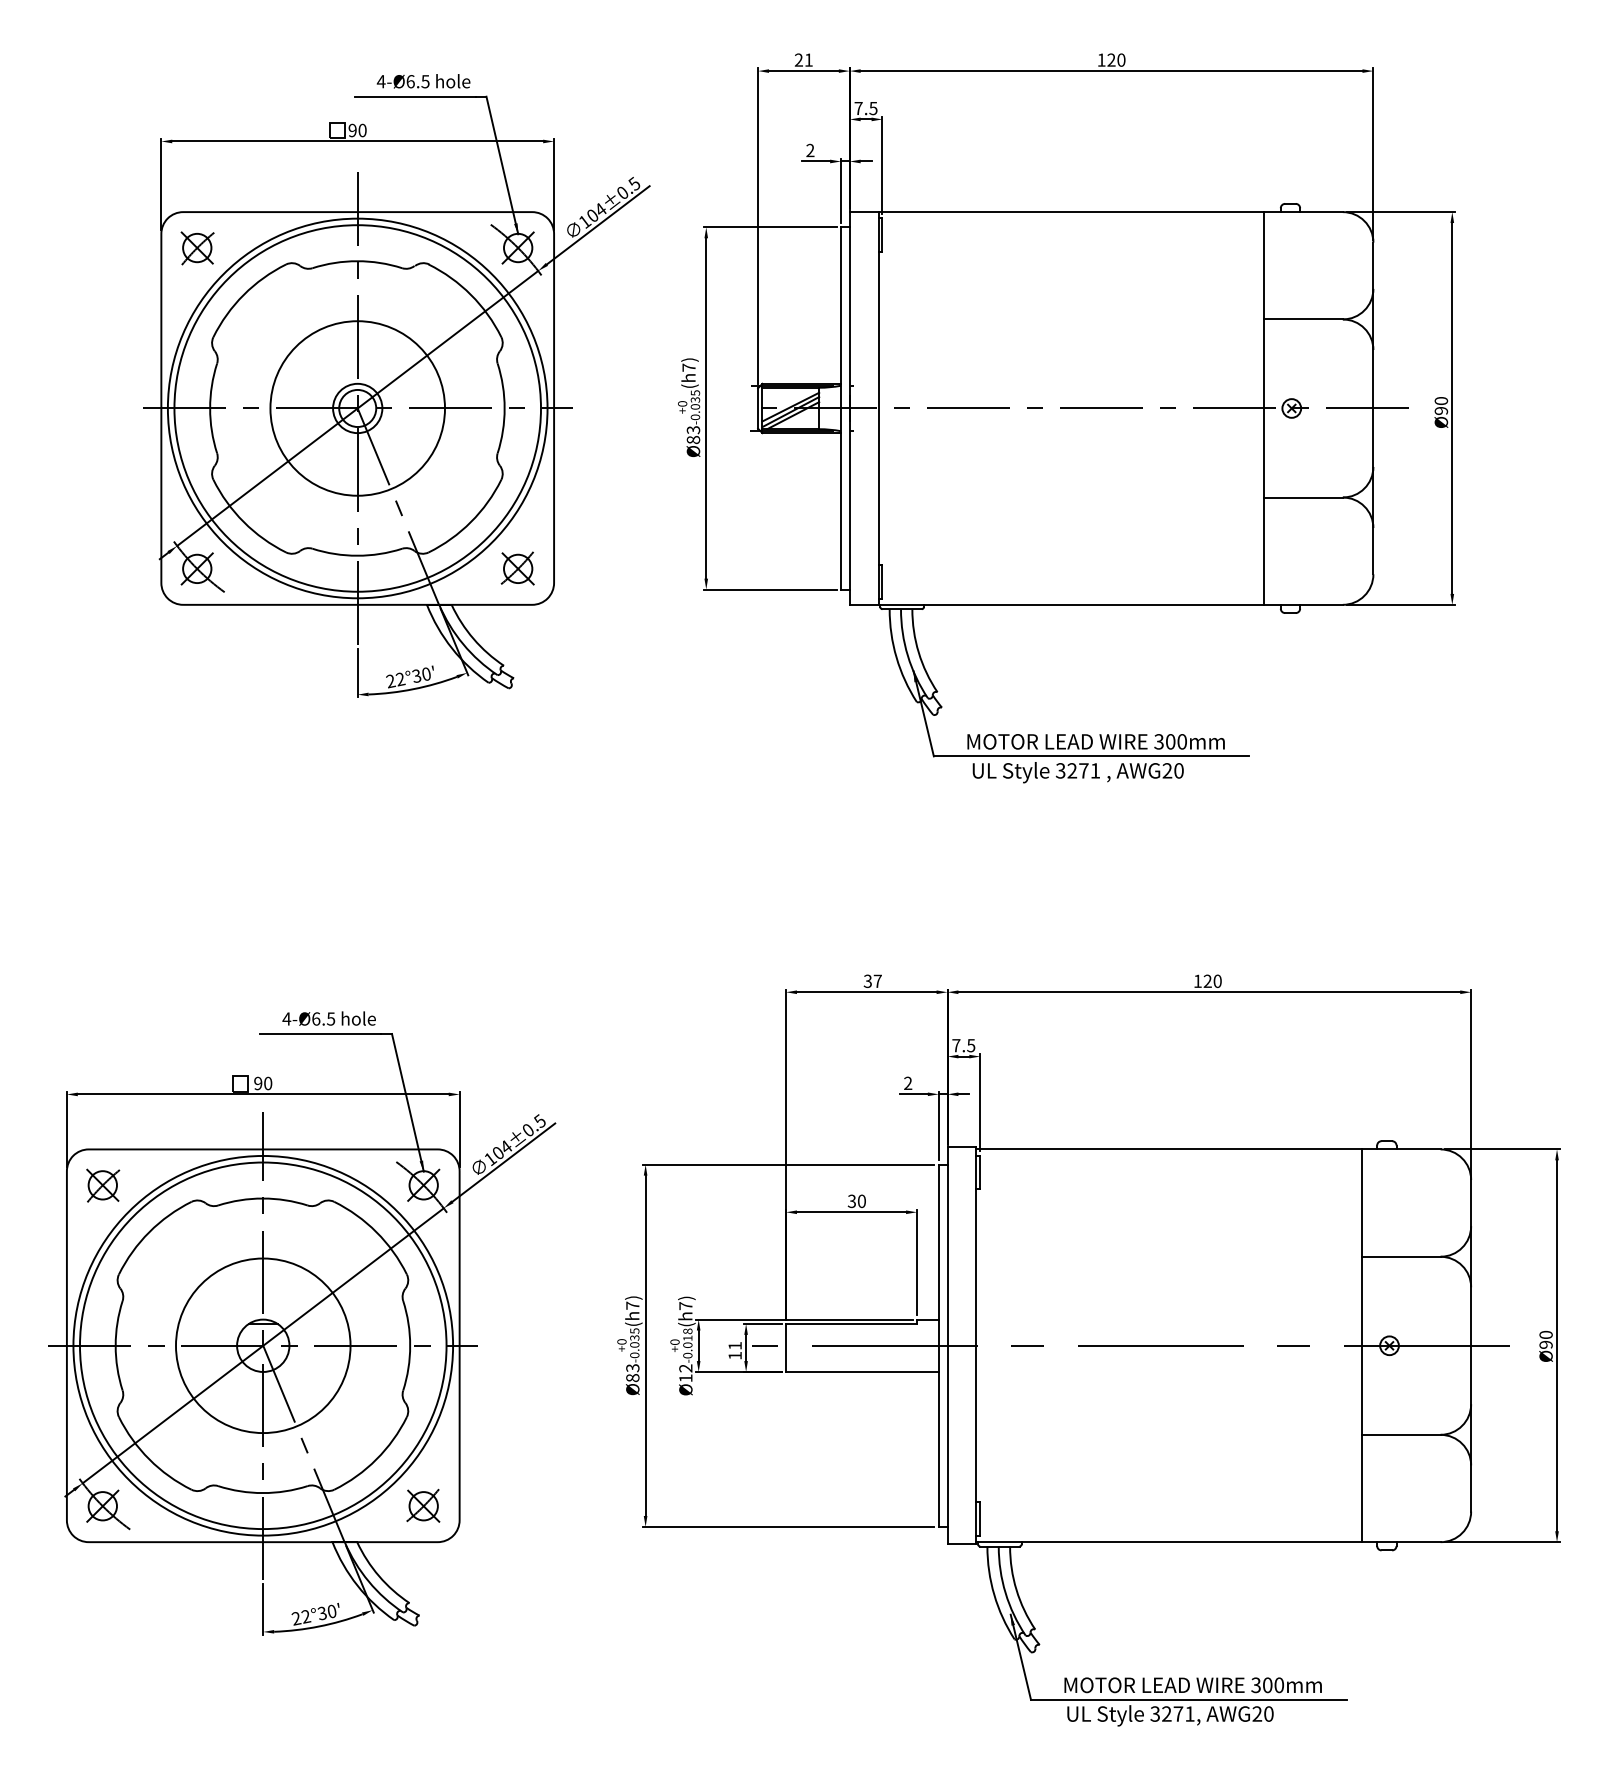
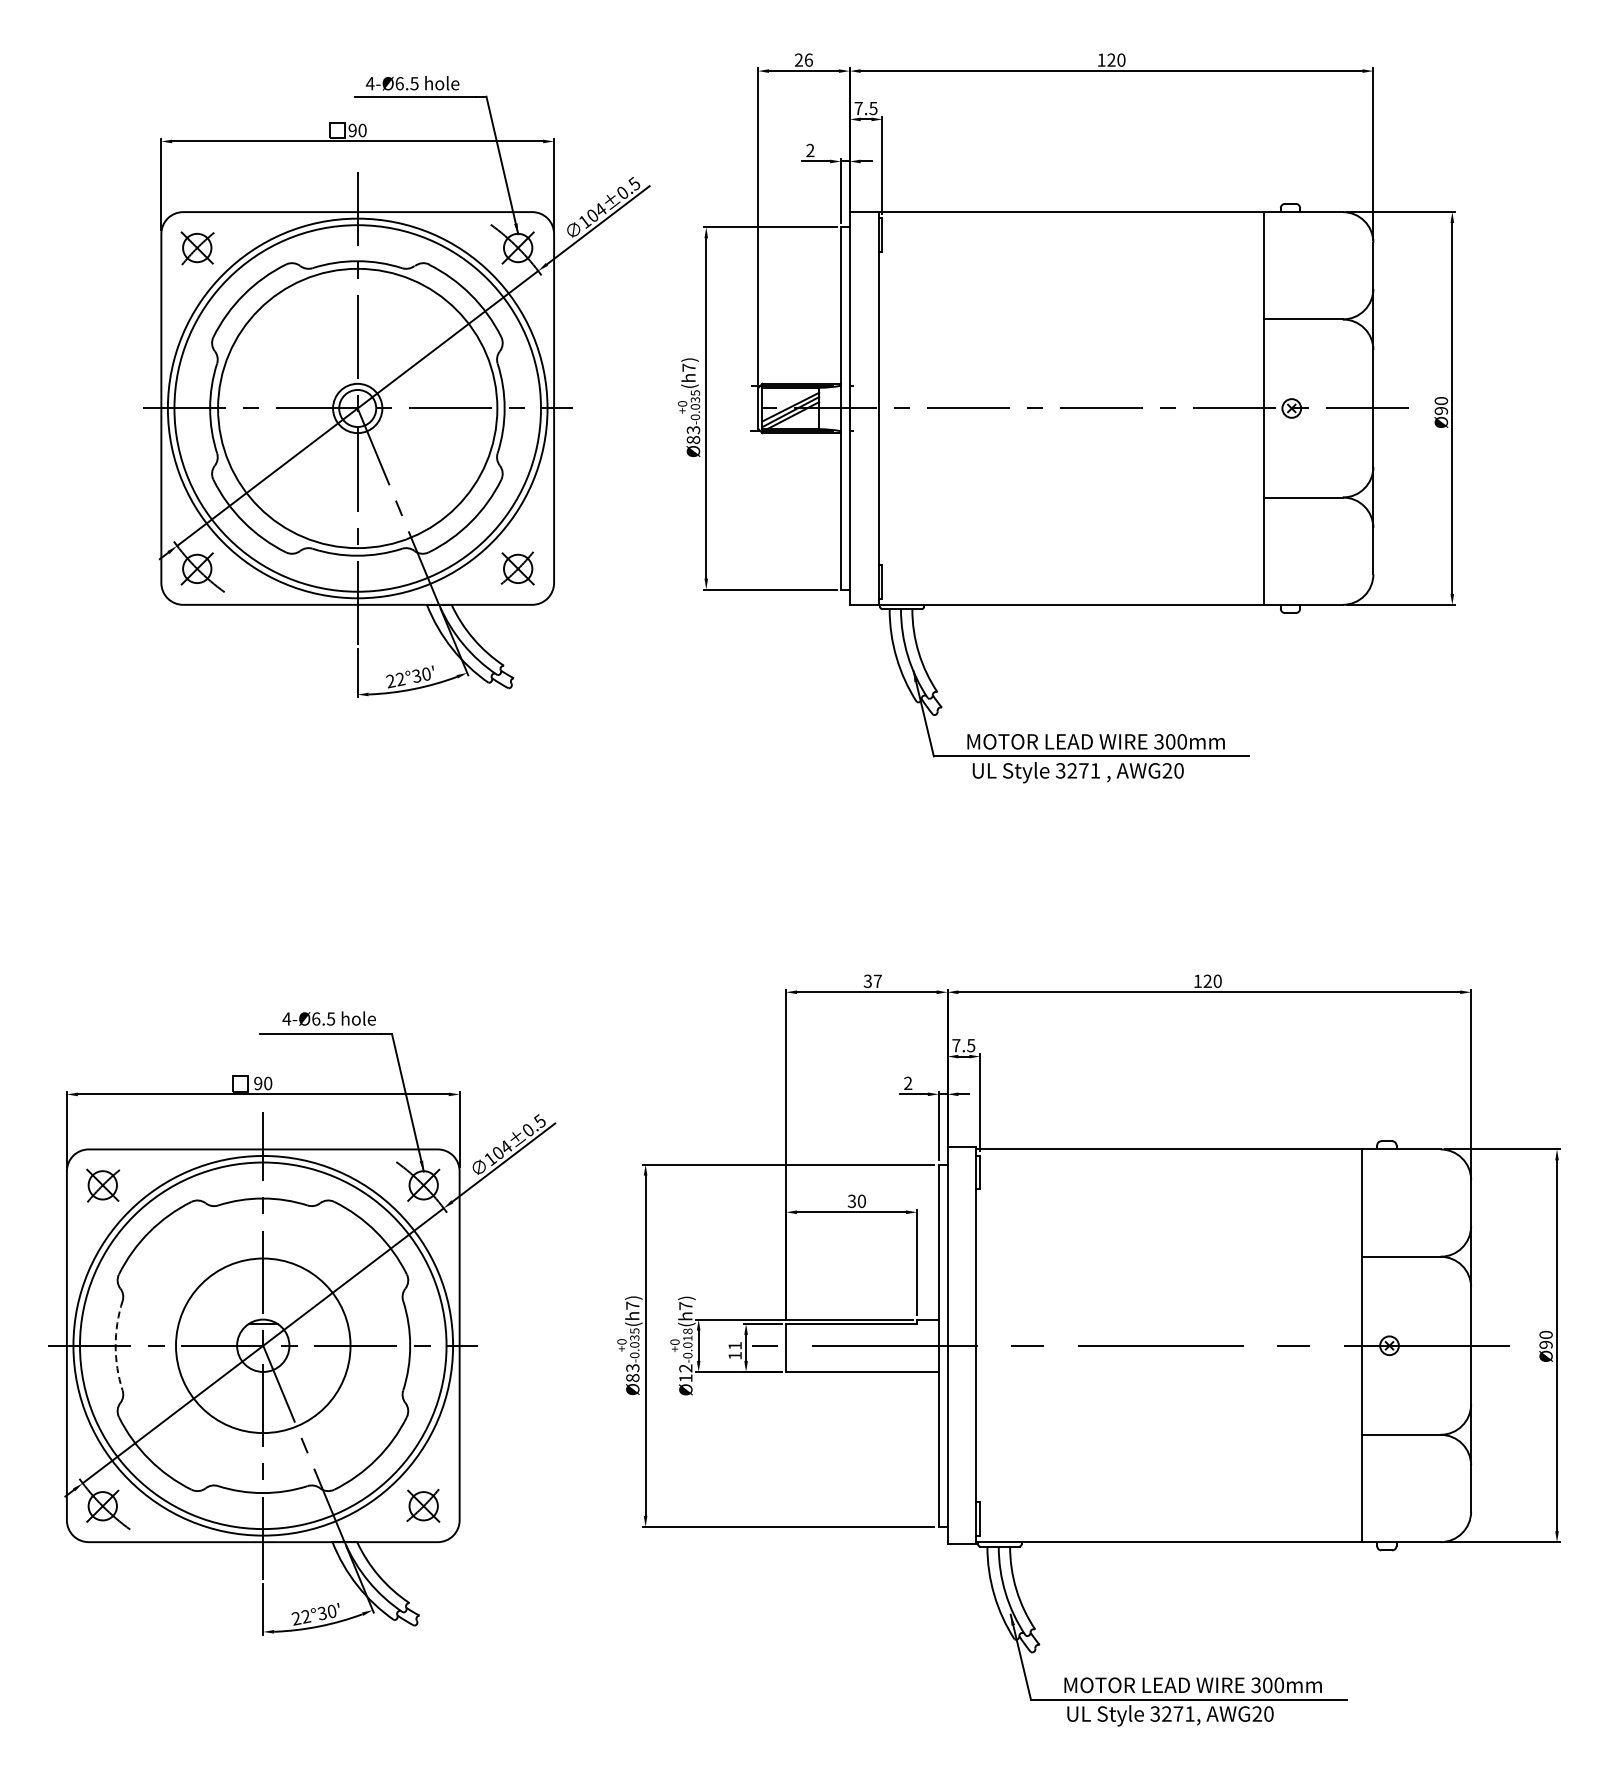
text at (808, 59): 21 -> 26
text at (423, 81) position: (423, 81) -> (412, 83)
circle at (357, 408) diameter: 175 px -> 279 px
arc at (115, 1345): solid -> dashed
